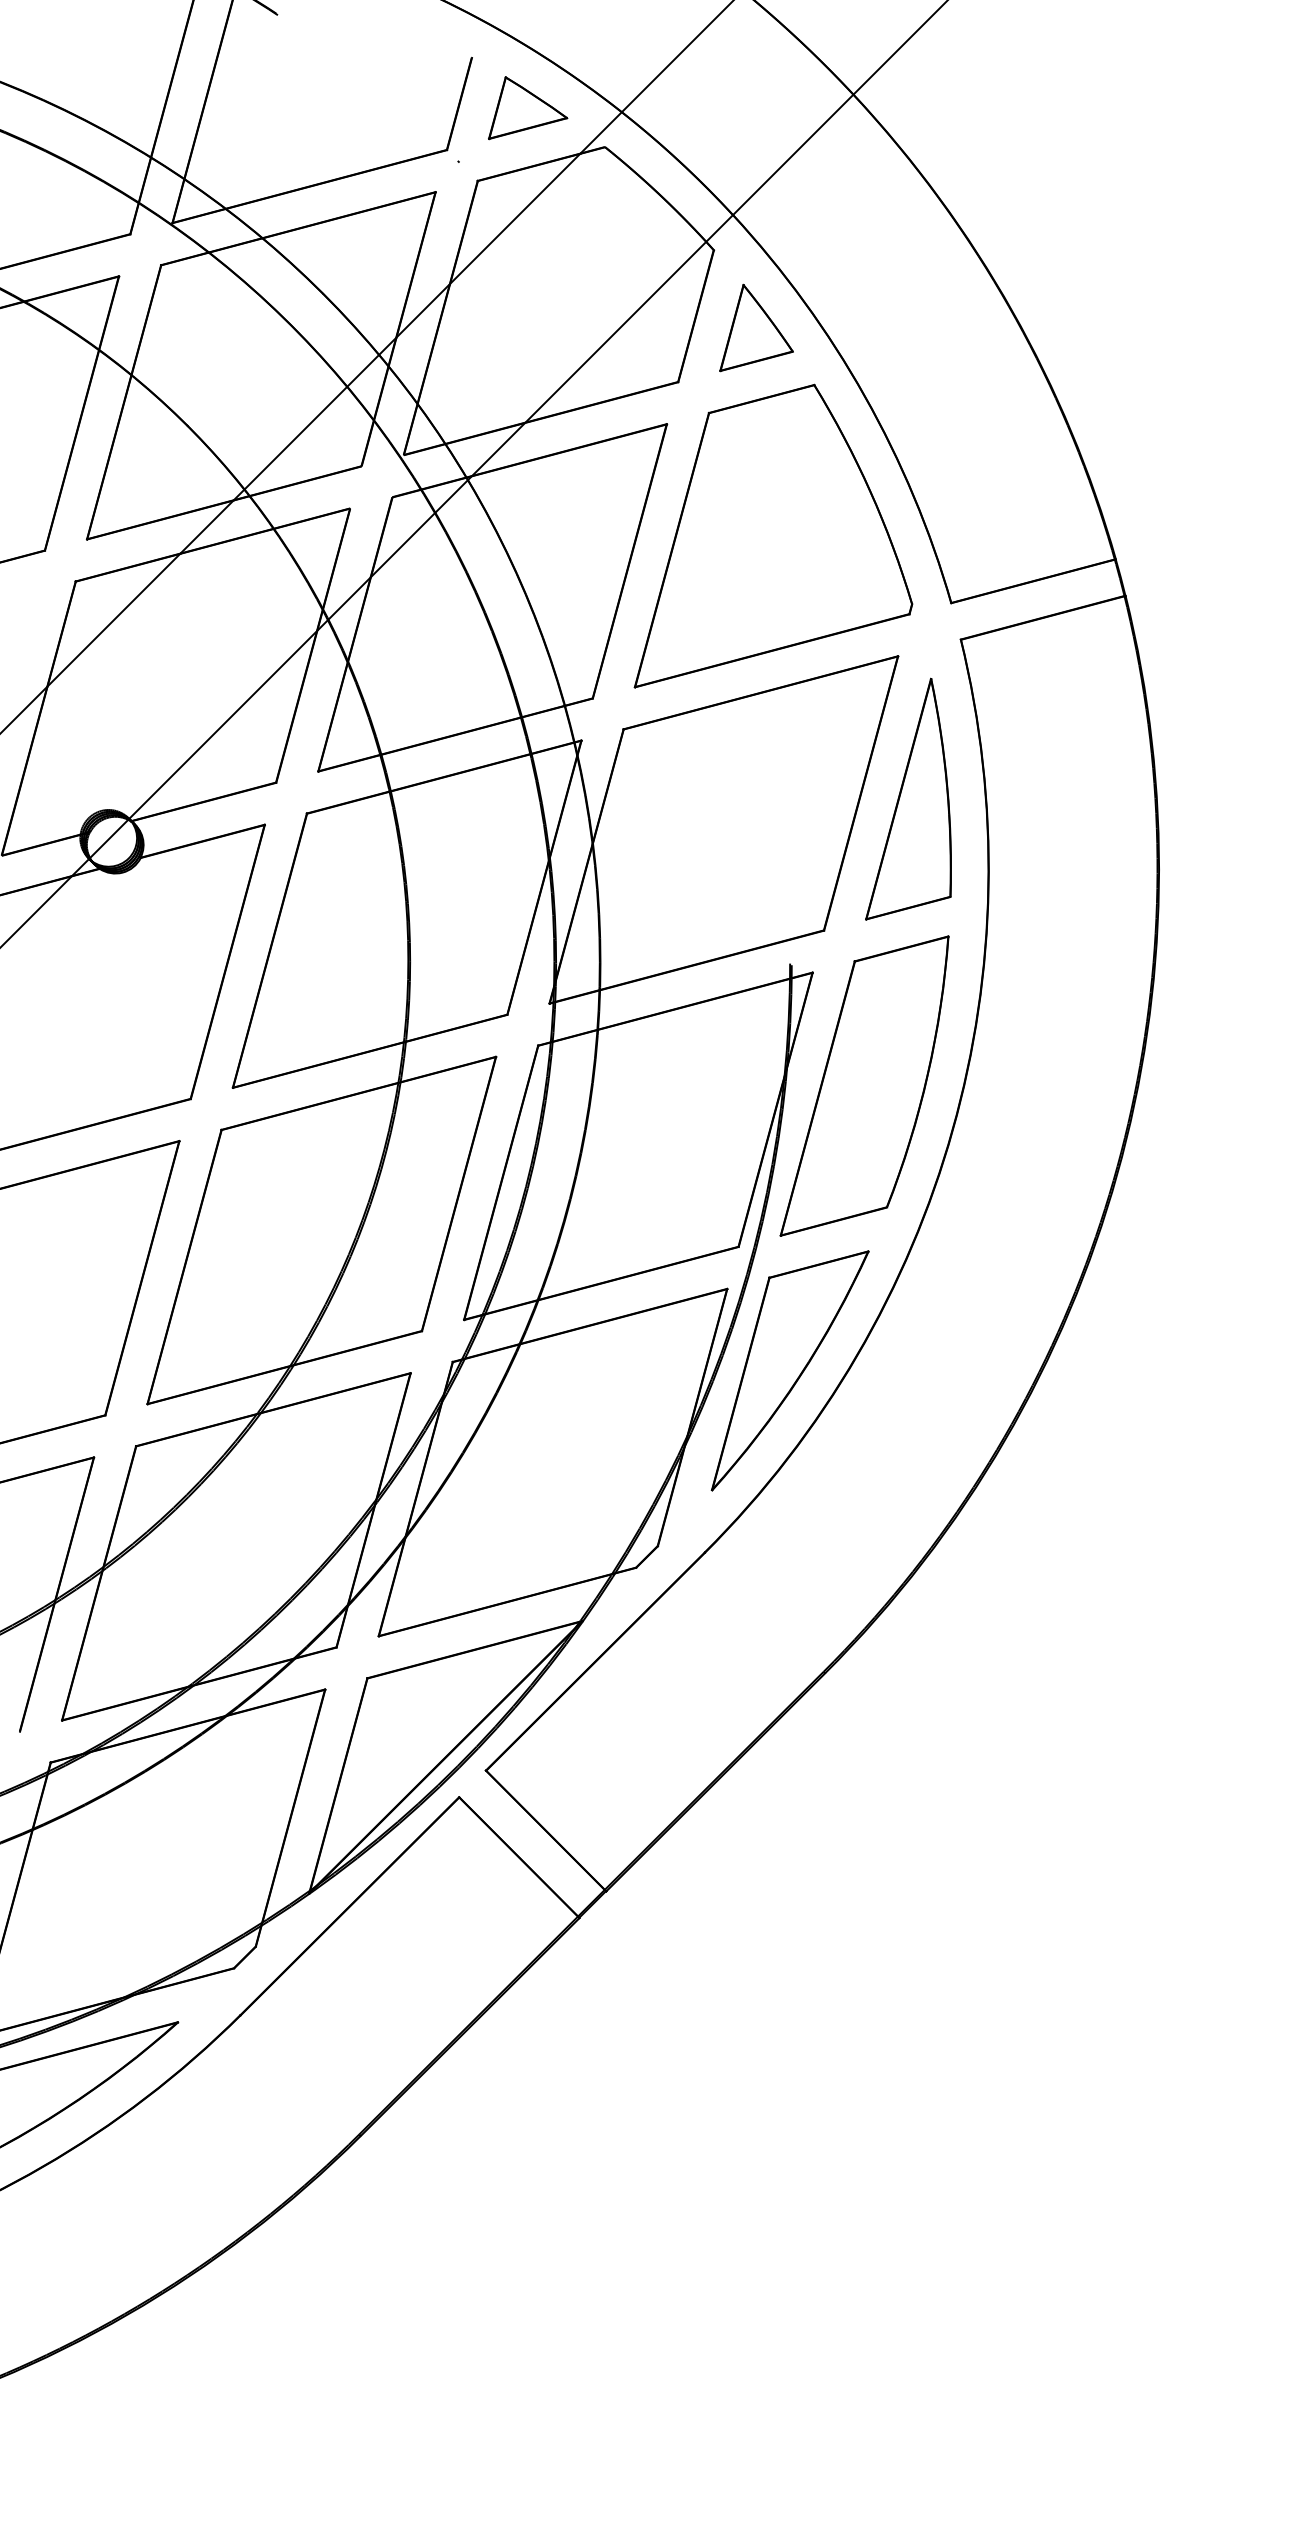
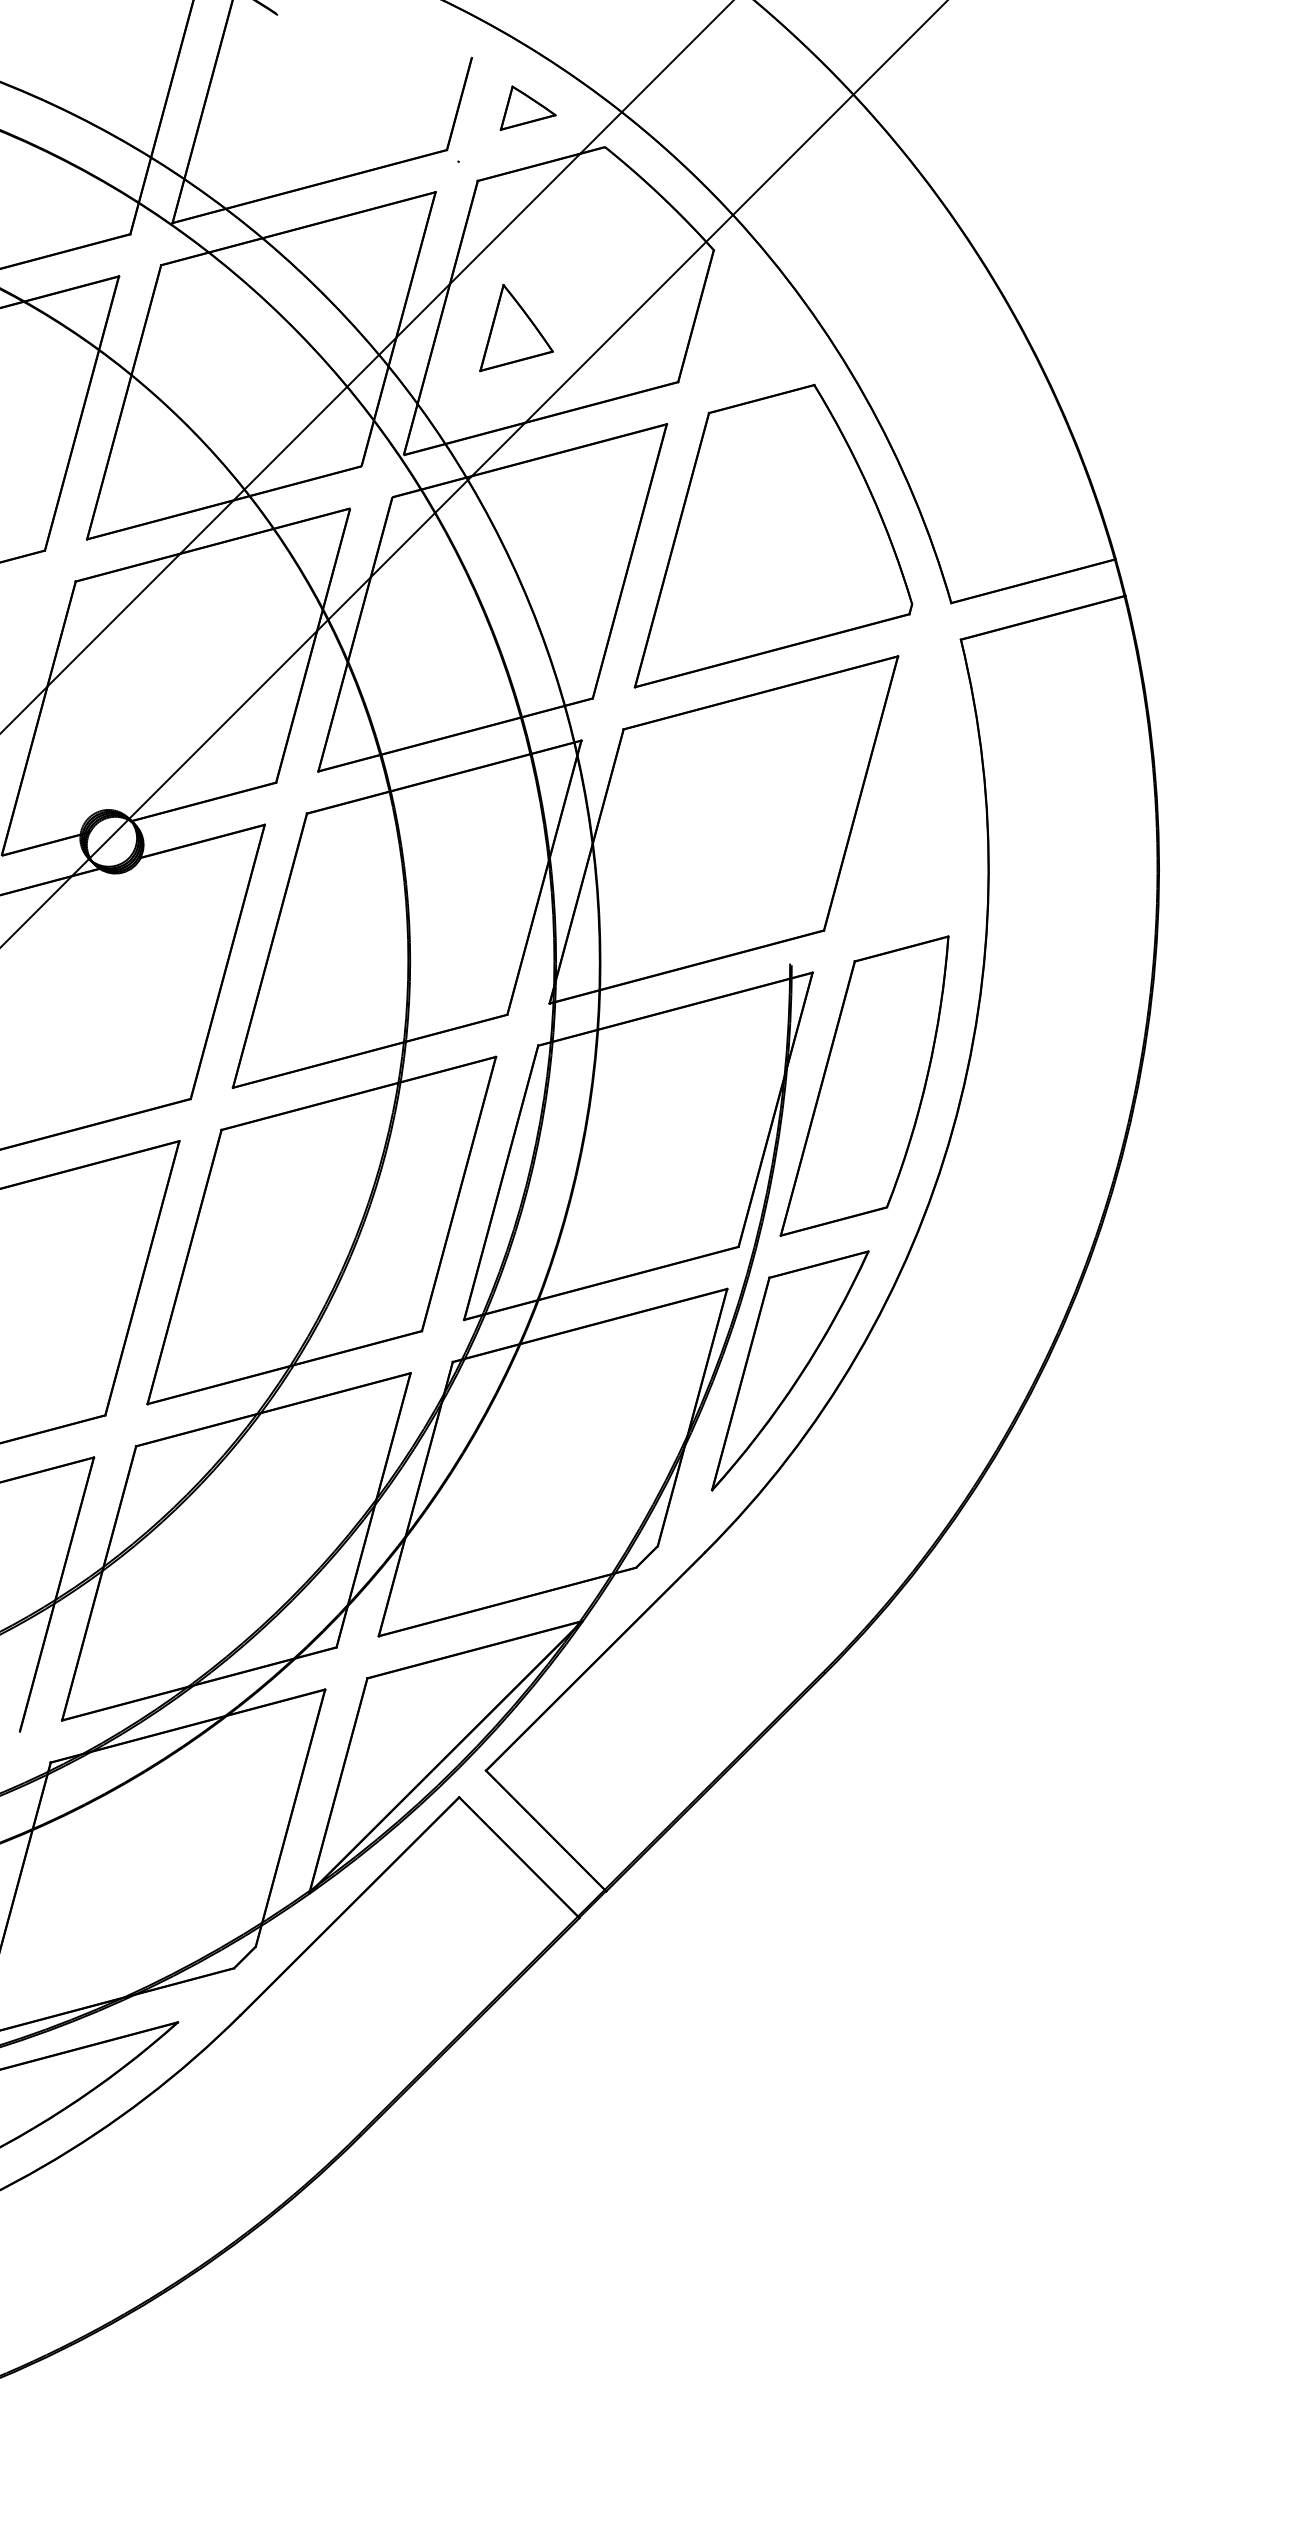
part at (528, 108) size: 81x65 px -> 58x46 px
part at (756, 327) position: (756, 327) -> (516, 327)
part at (908, 798): present -> none
